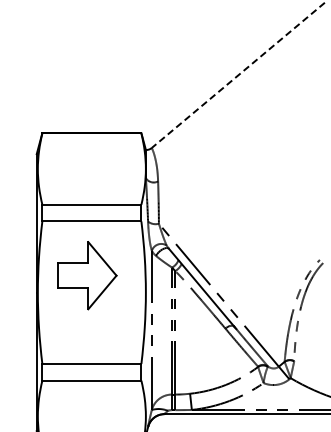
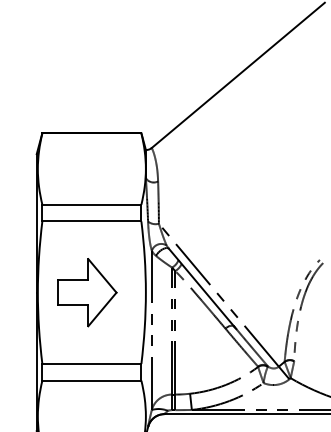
line at (238, 75): dashed -> solid
part at (87, 275) position: (87, 275) -> (87, 292)
